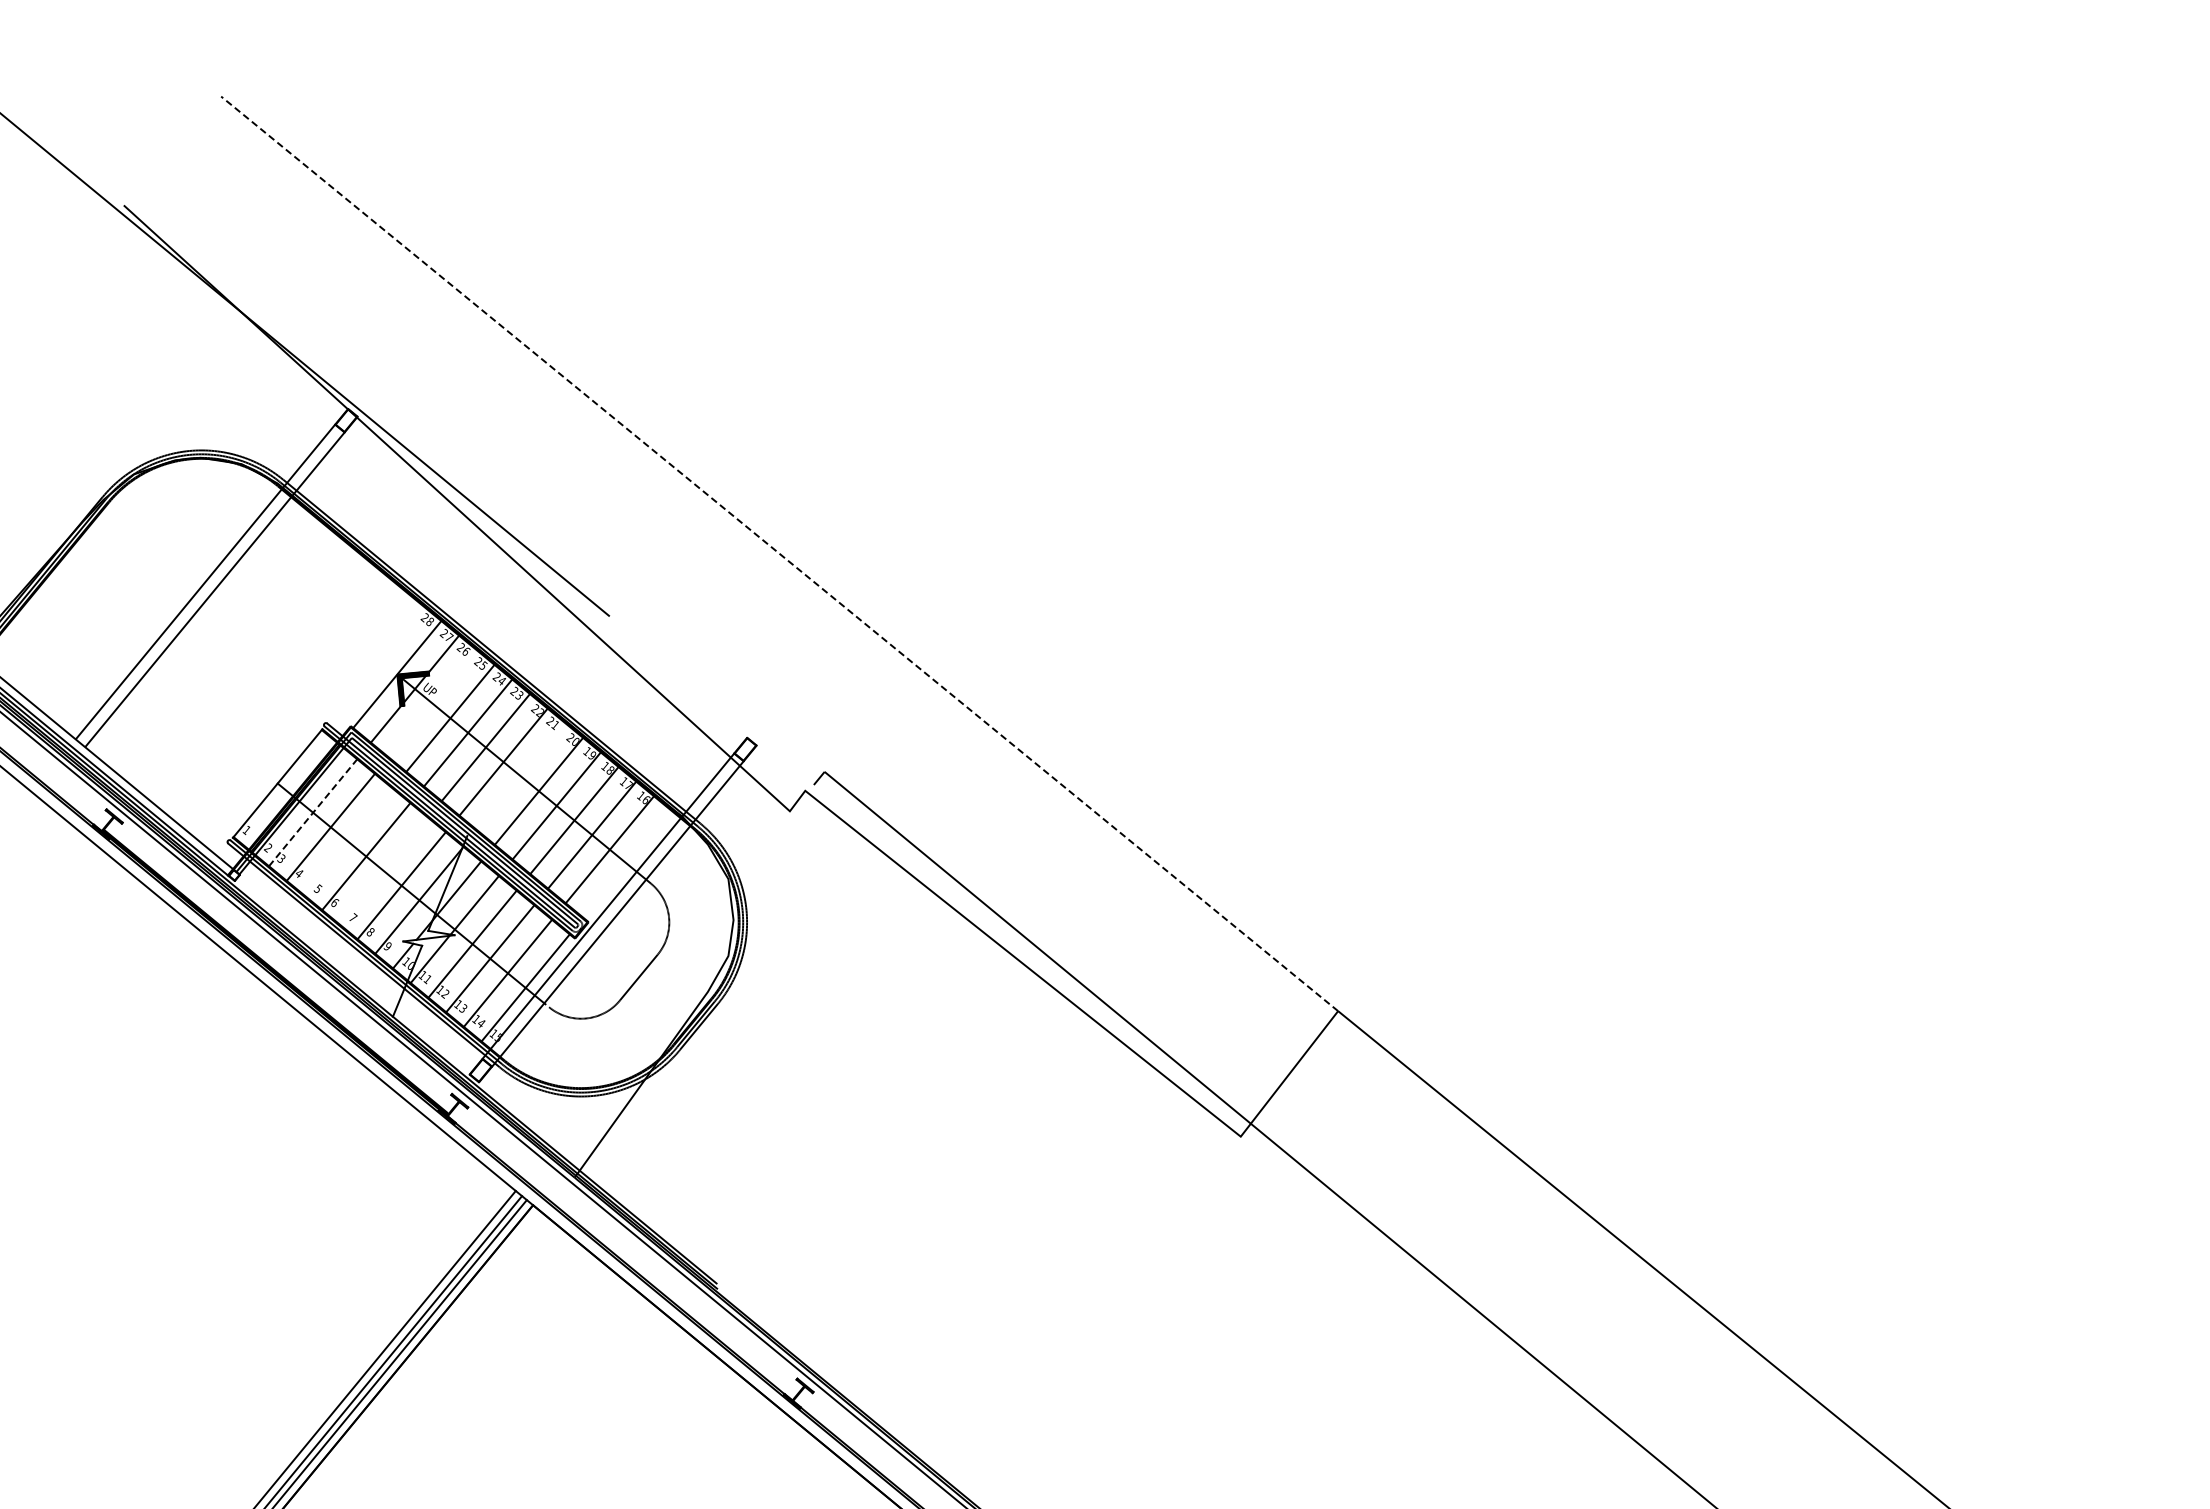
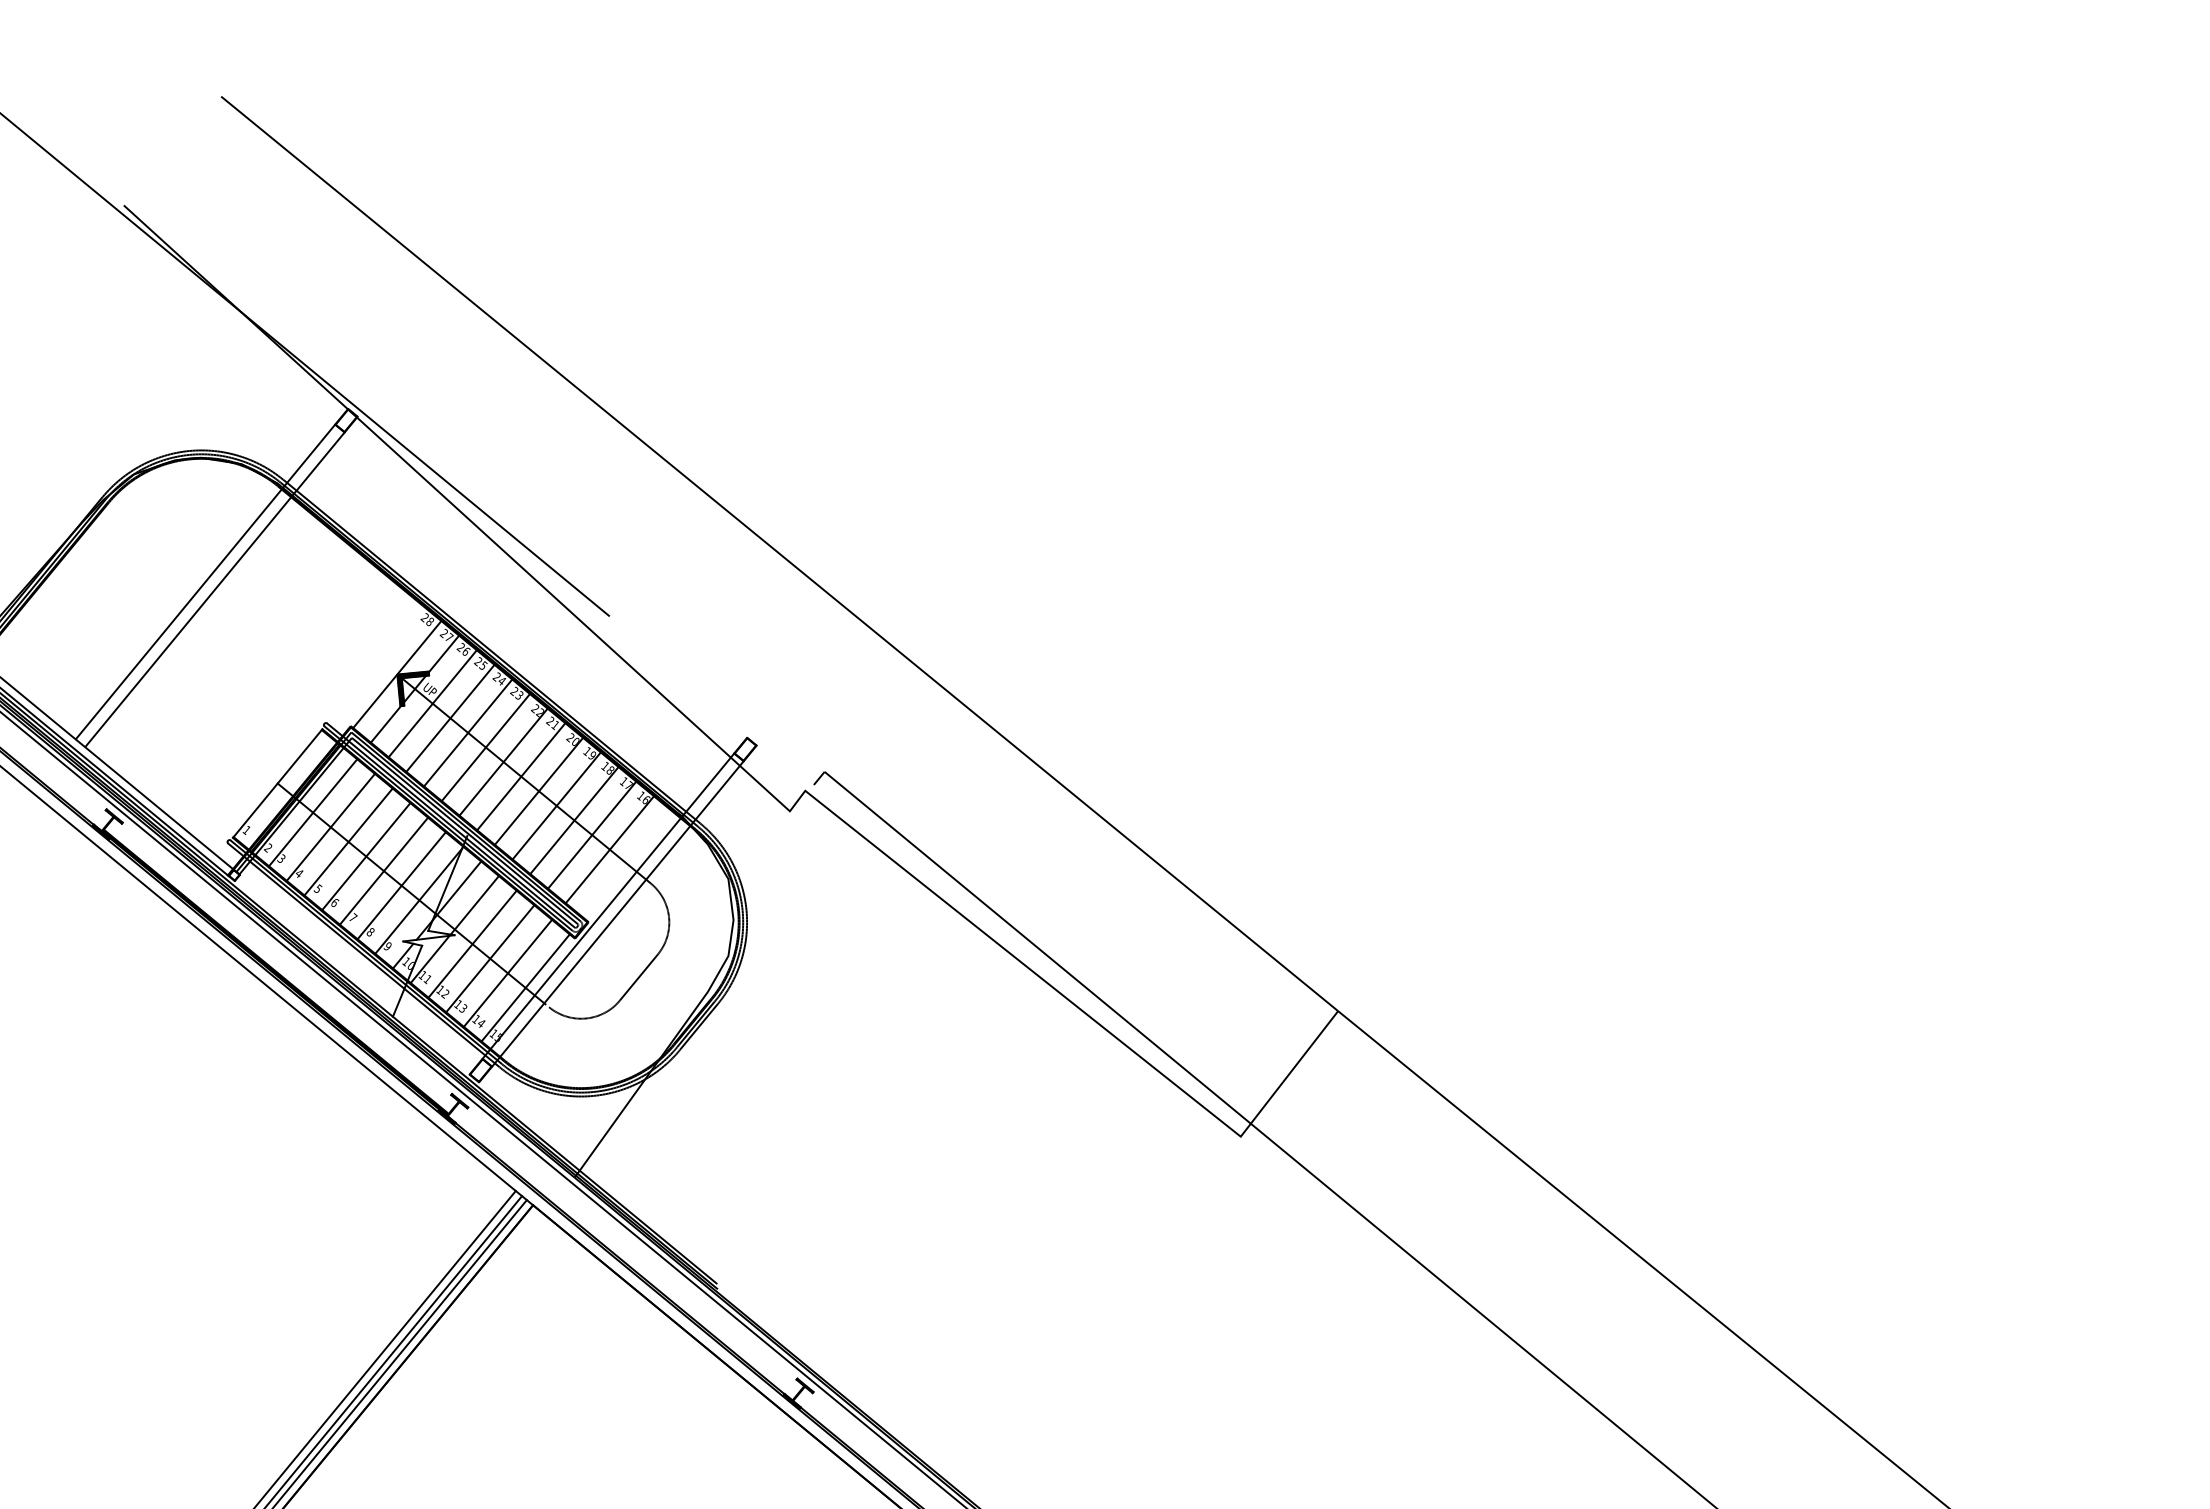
line at (779, 553): dashed -> solid
line at (432, 703): none -> present
line at (521, 776): none -> present
line at (313, 812): dashed -> solid
line at (348, 841): none -> present
line at (383, 870): none -> present
